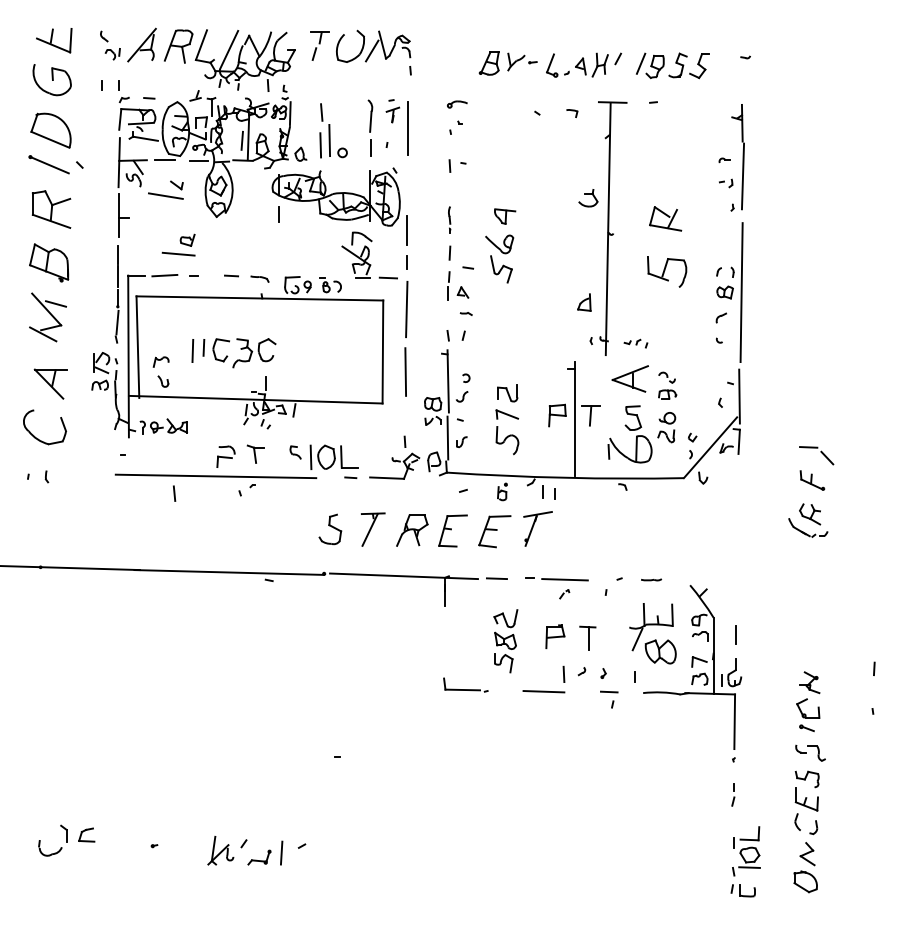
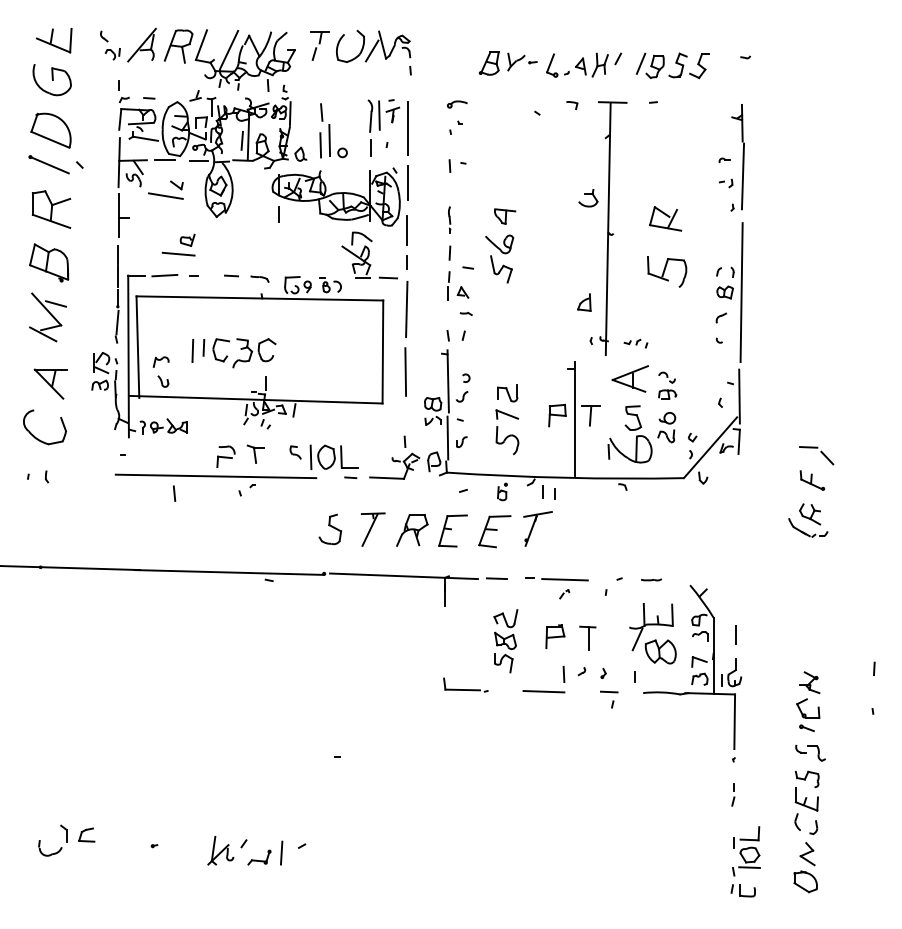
line at (101, 85): present -> none
part at (572, 113) position: (572, 113) -> (572, 105)
line at (379, 115): none -> present
line at (408, 183): none -> present
